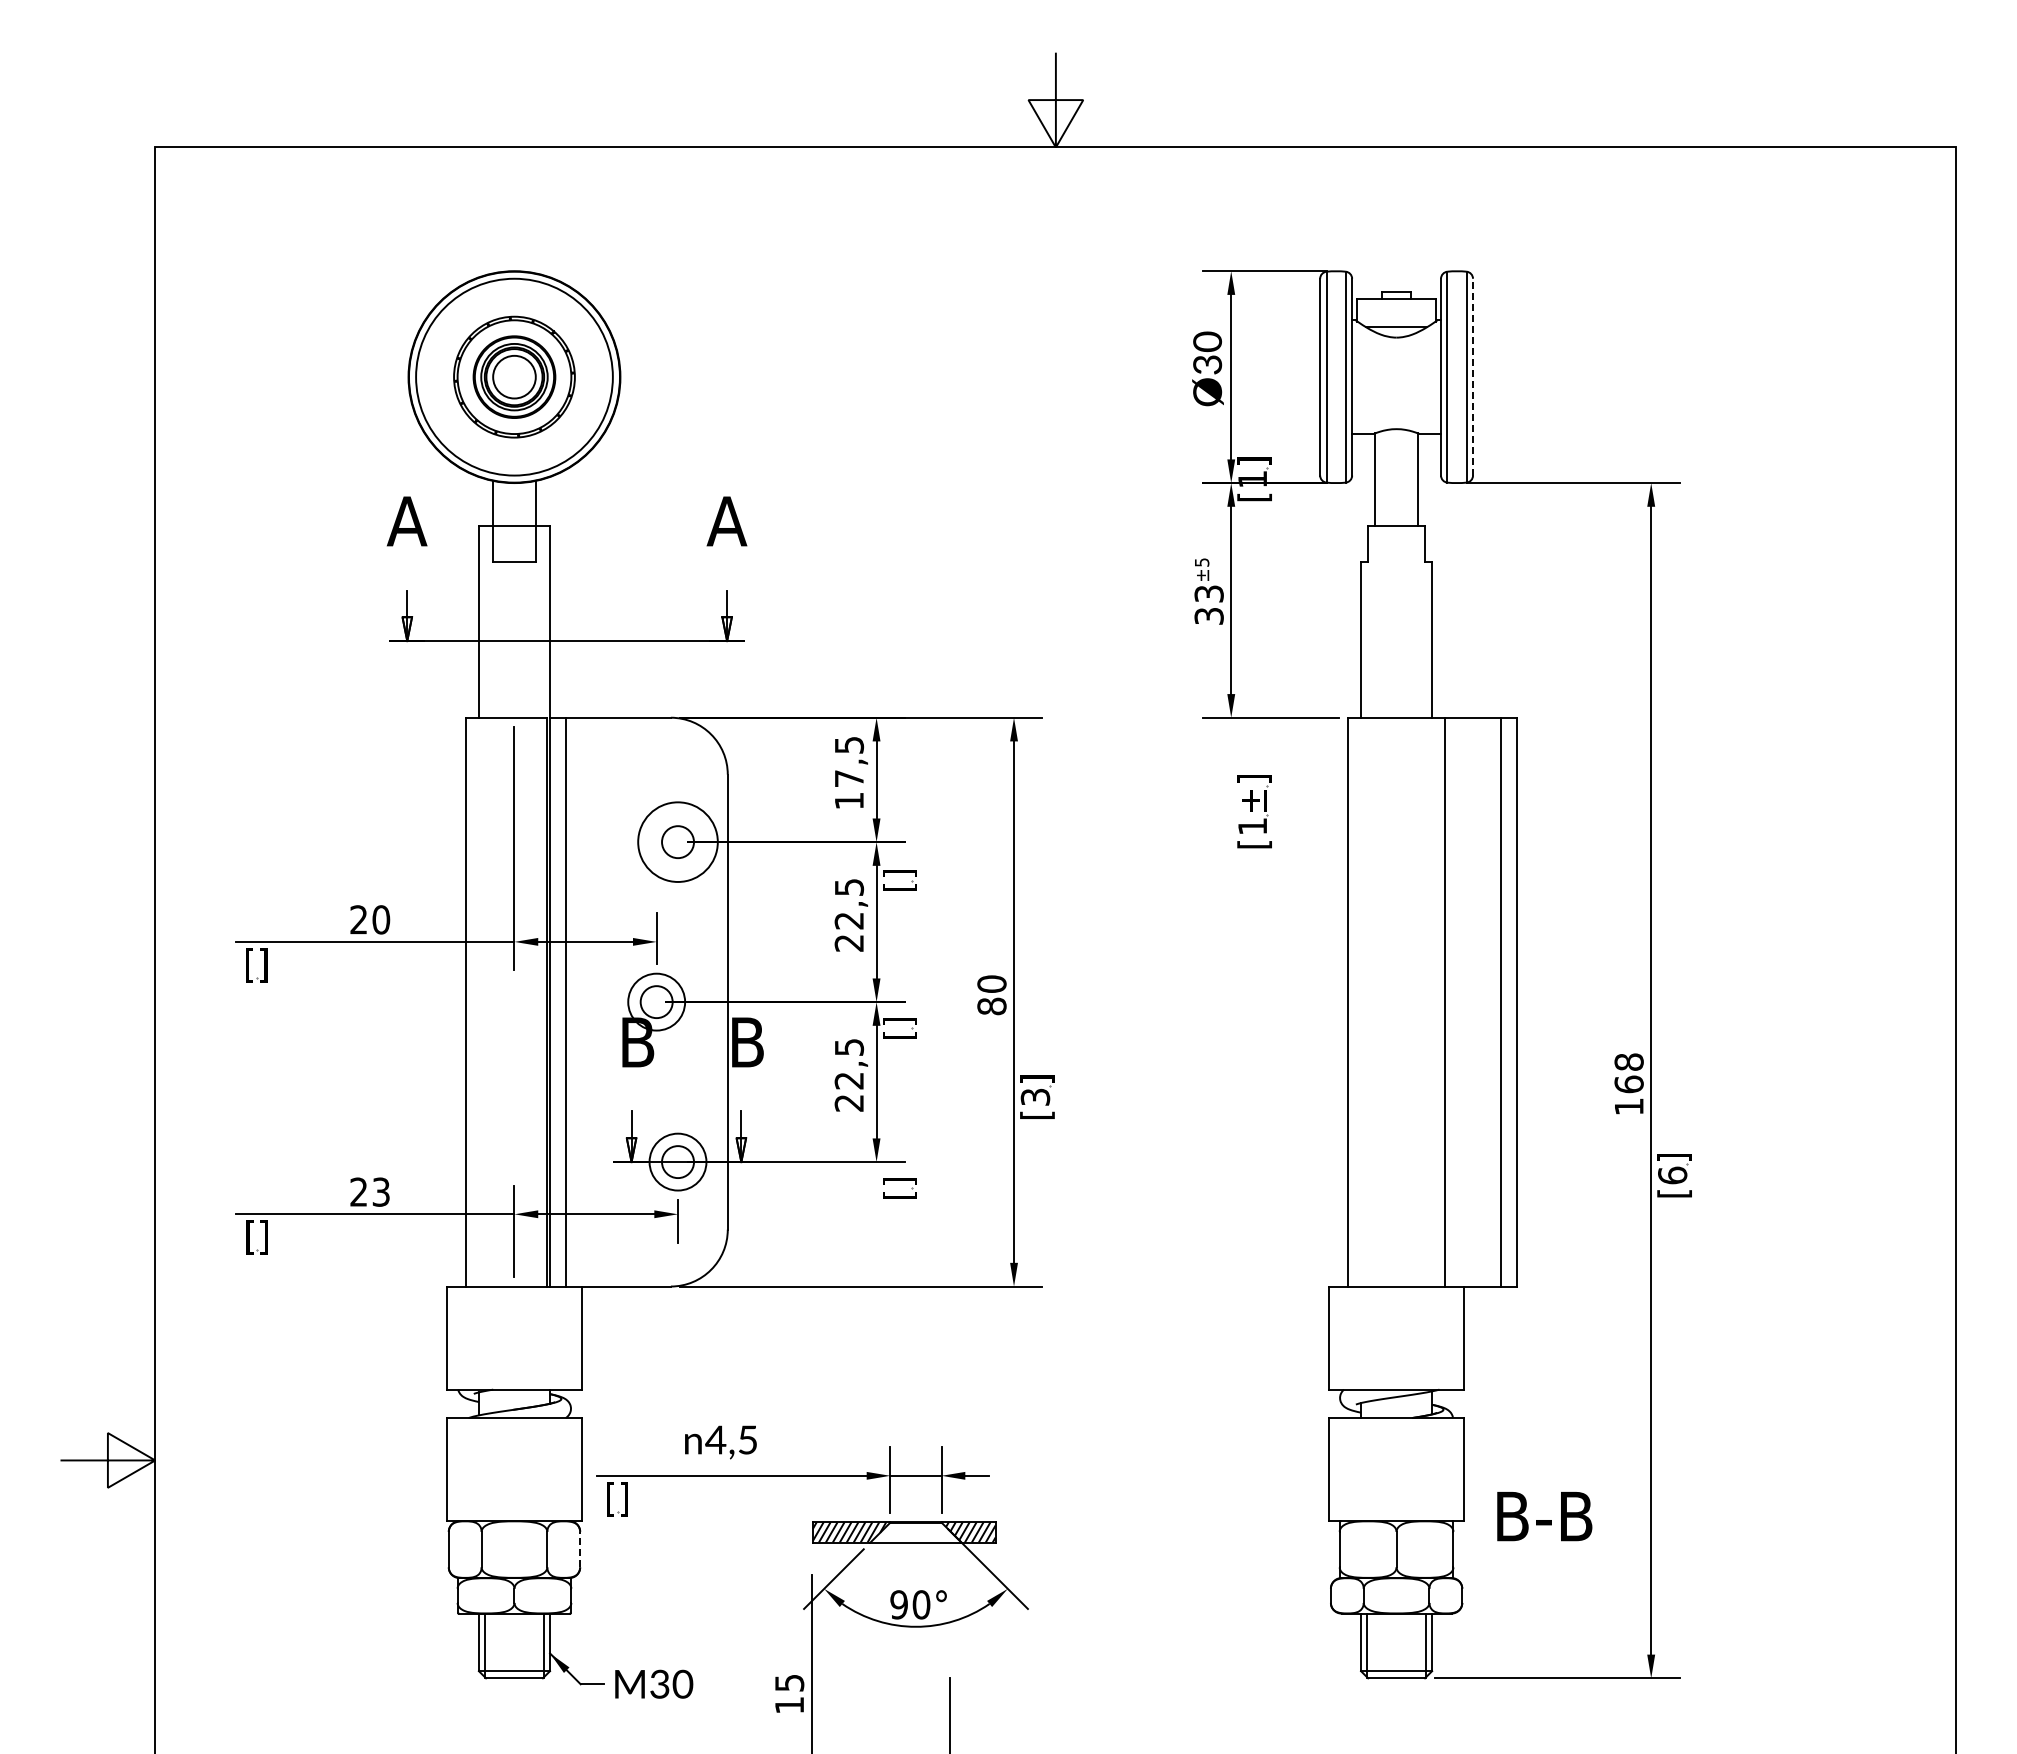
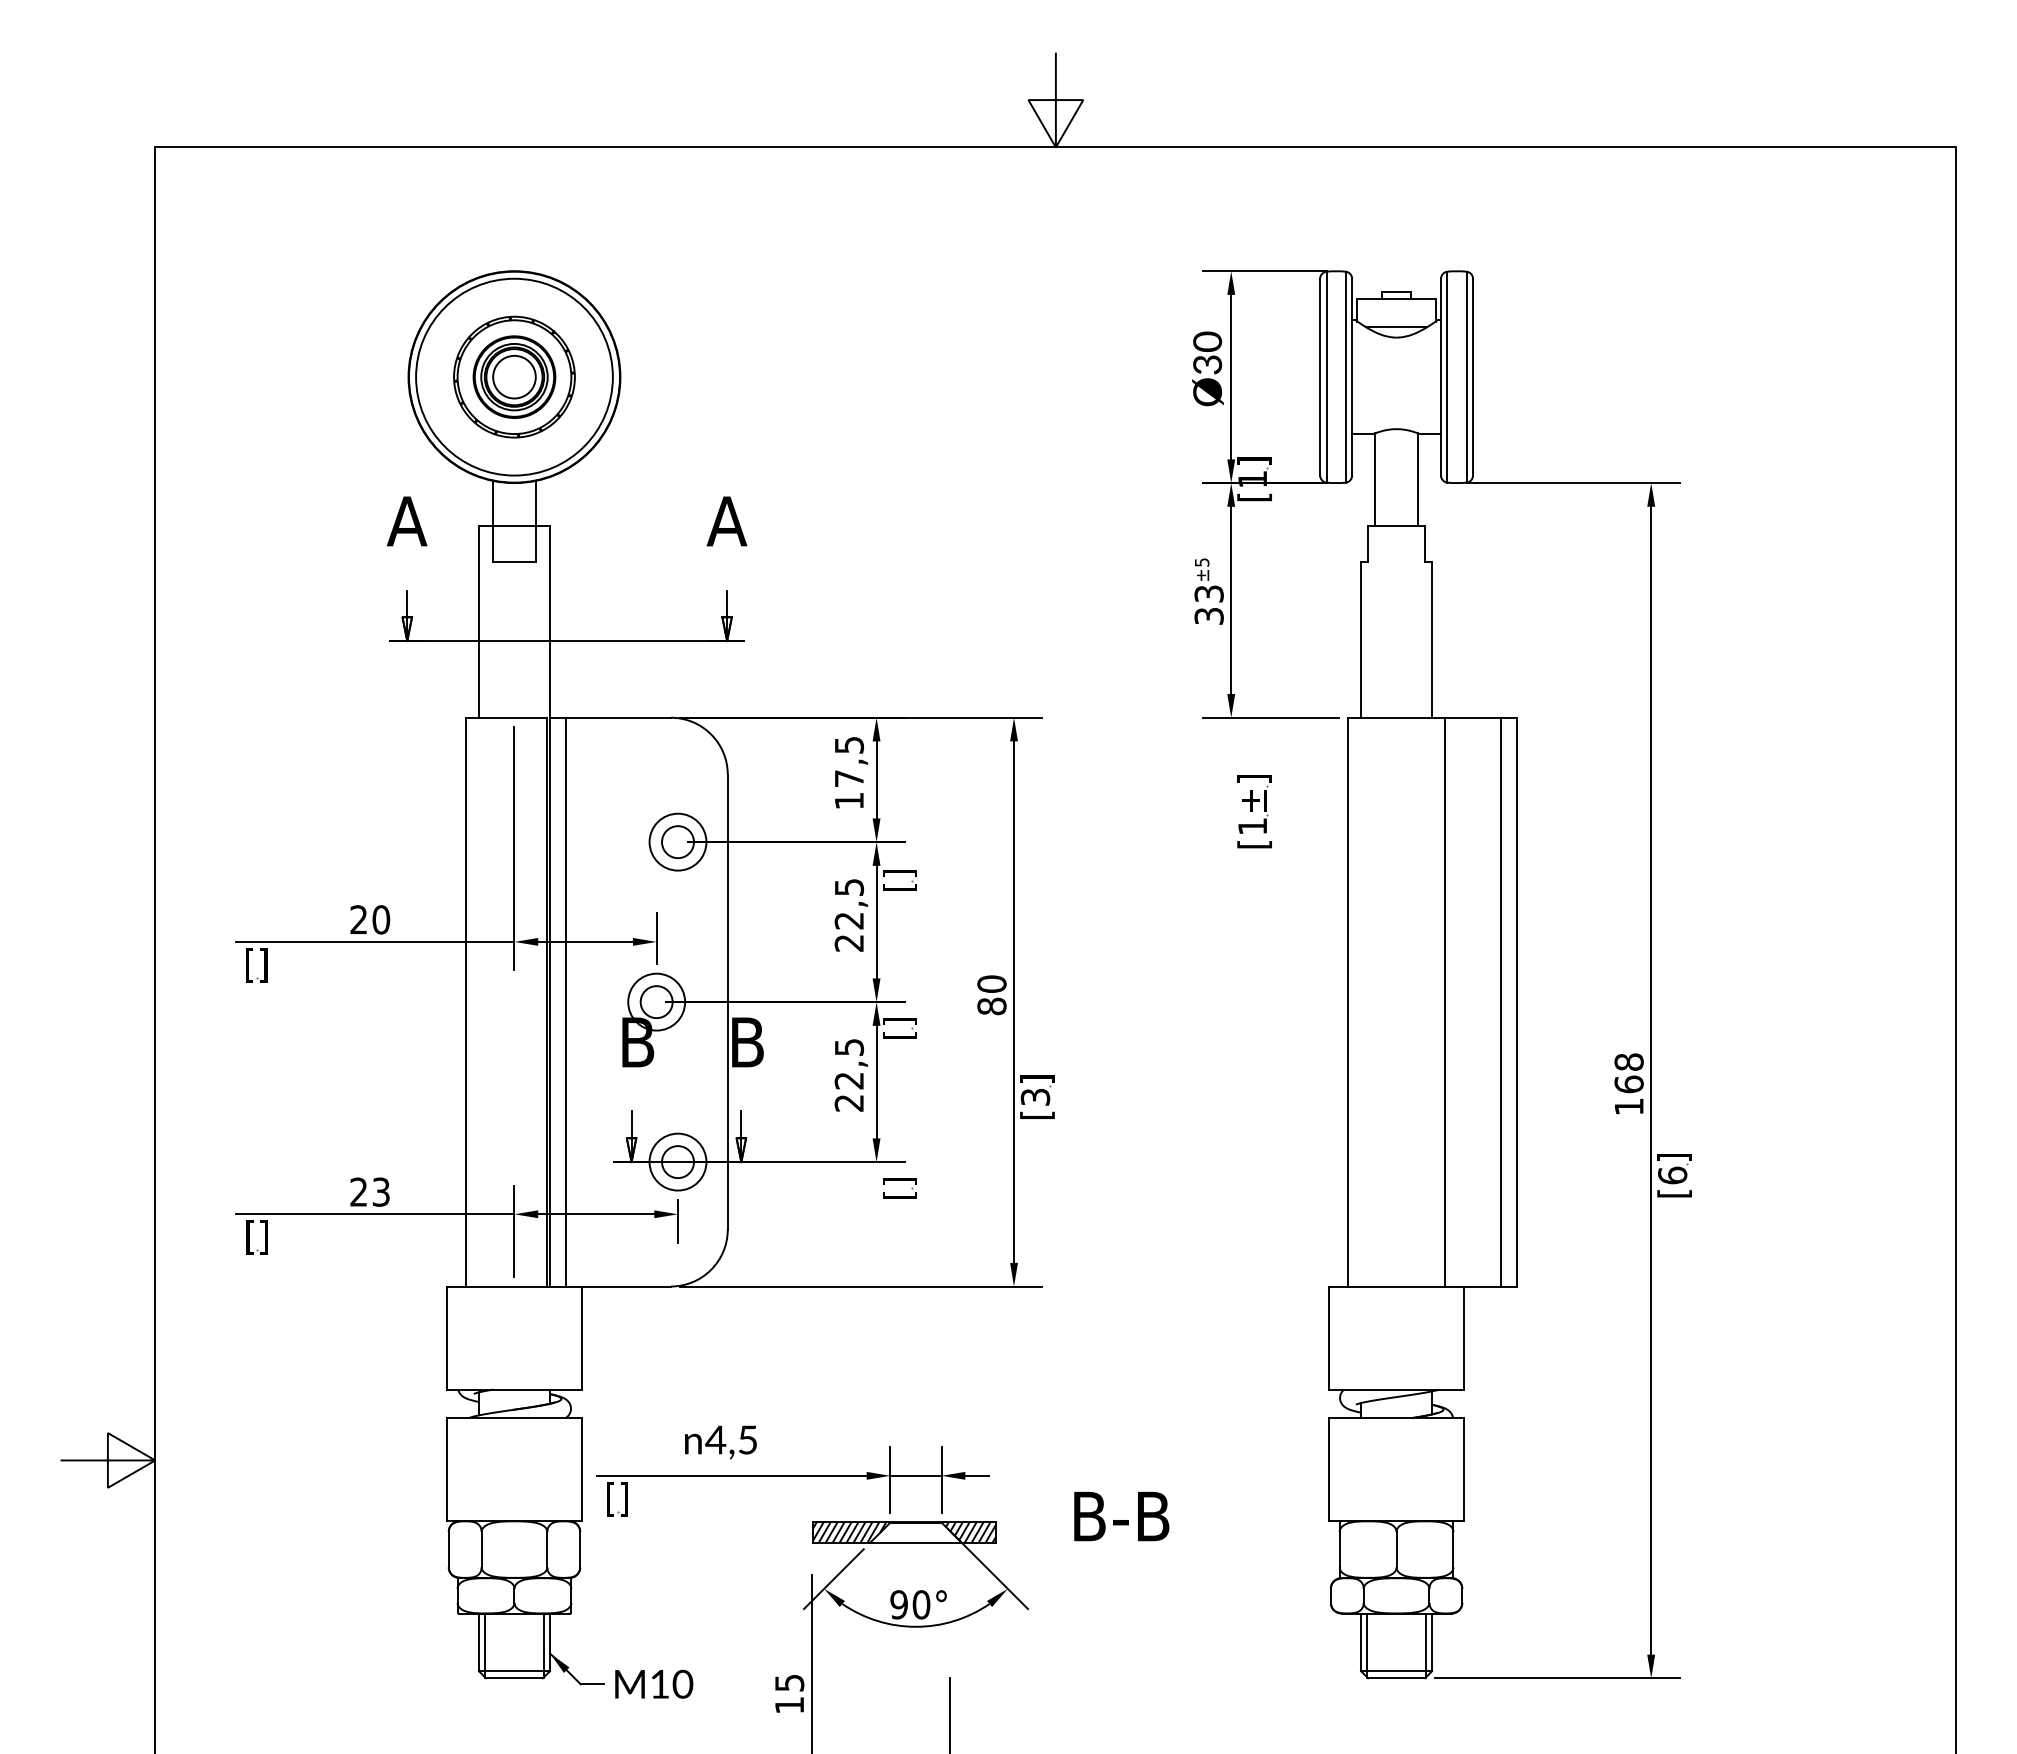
line at (1473, 376): dashed -> solid
circle at (677, 841) diameter: 80 px -> 57 px
text at (1544, 1516) position: (1544, 1516) -> (1121, 1516)
line at (580, 1549): dashed -> solid
text at (659, 1683): M30 -> M10
